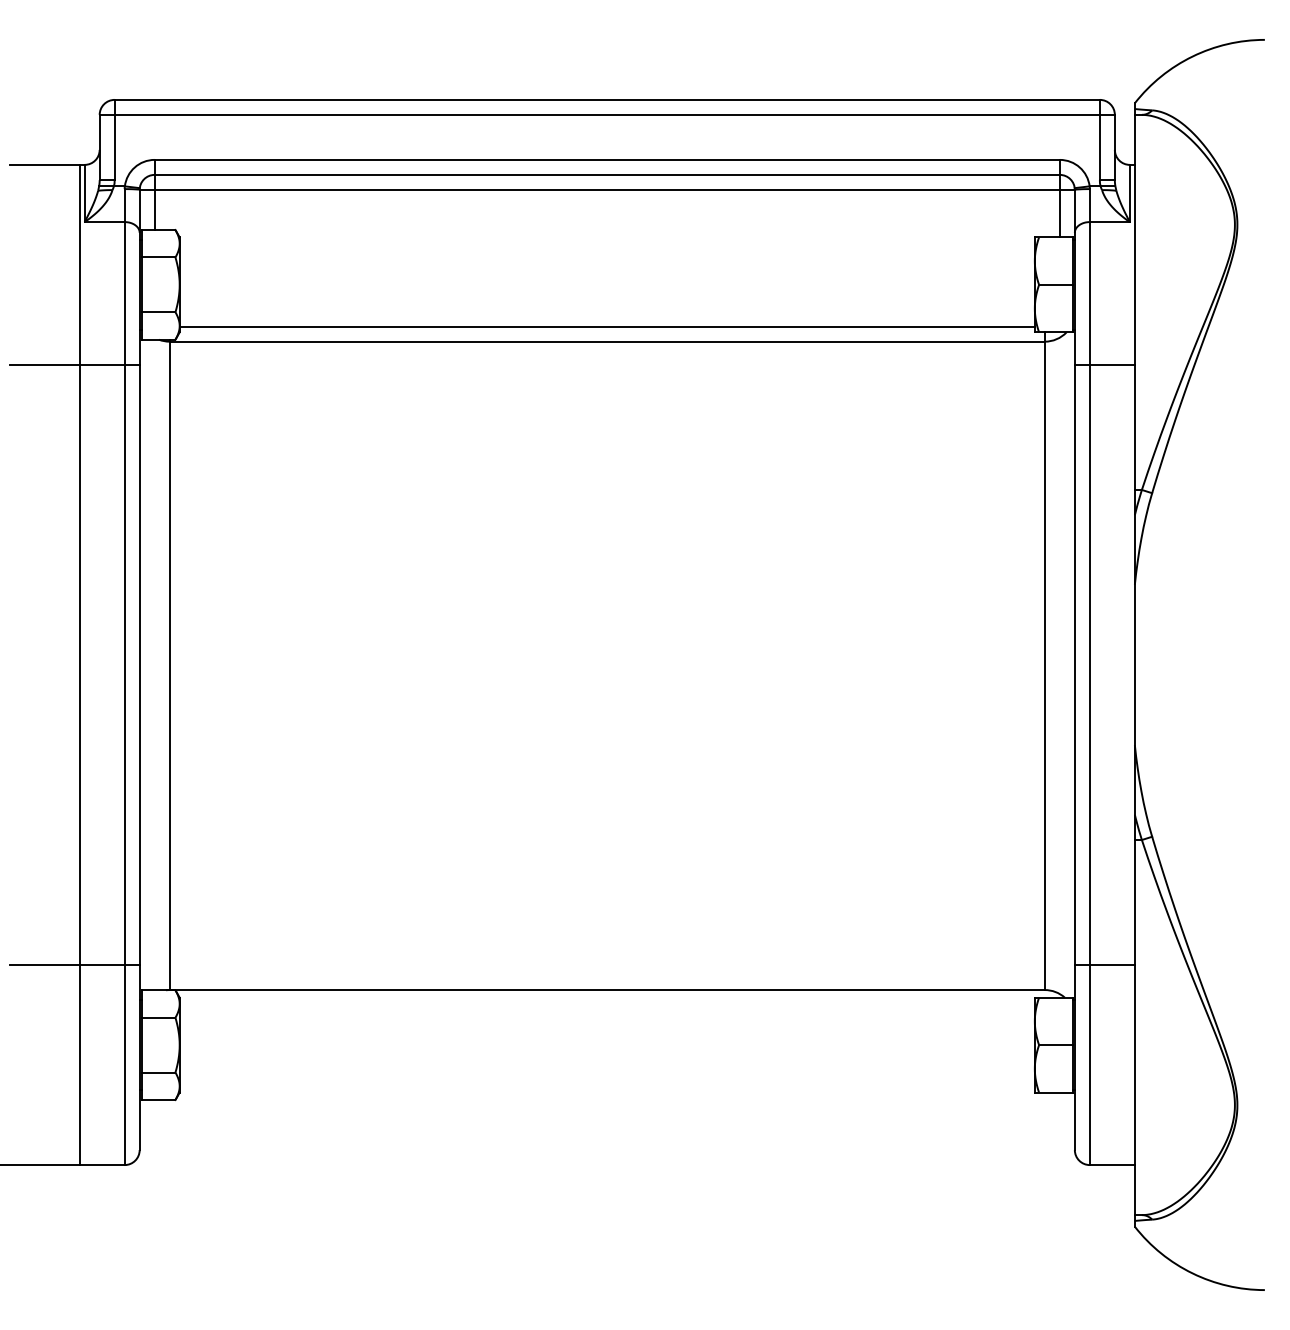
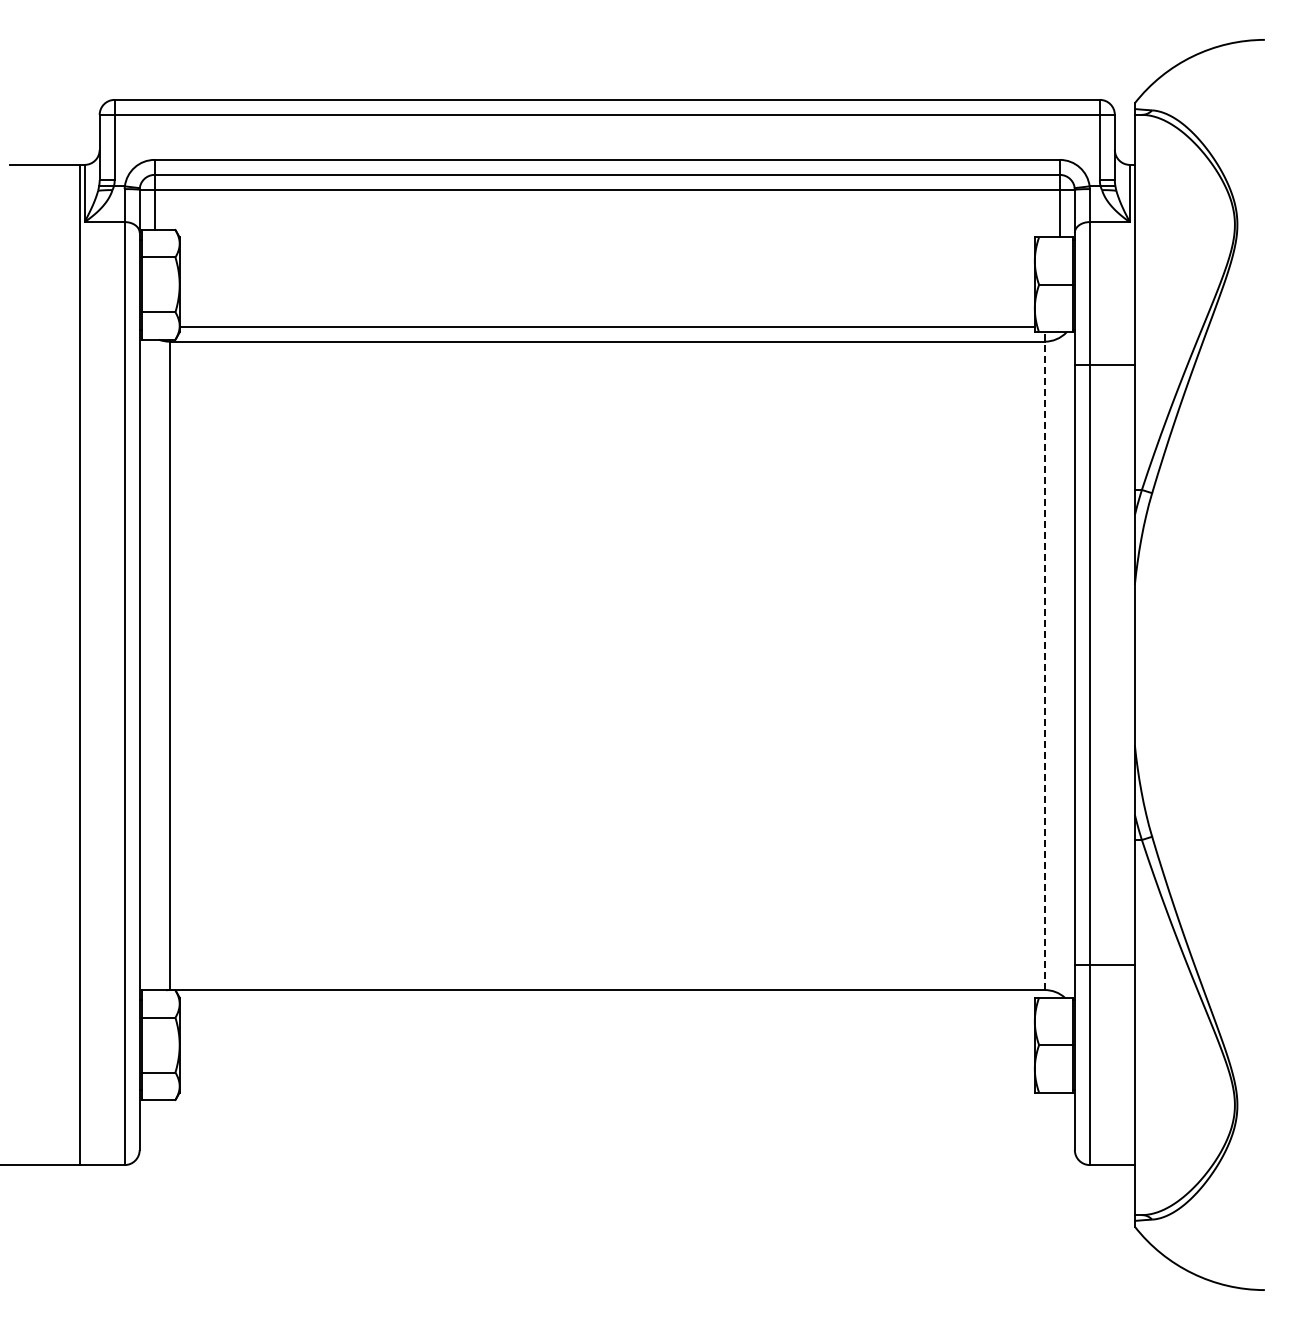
line at (74, 364): present -> none
line at (1044, 661): solid -> dashed
line at (74, 965): present -> none
